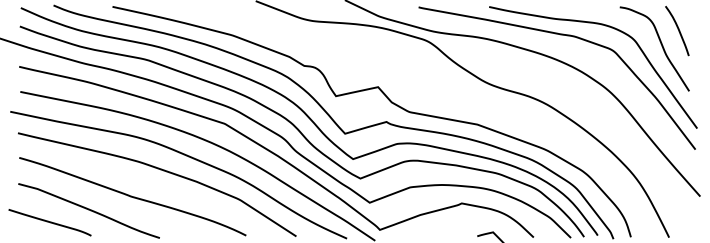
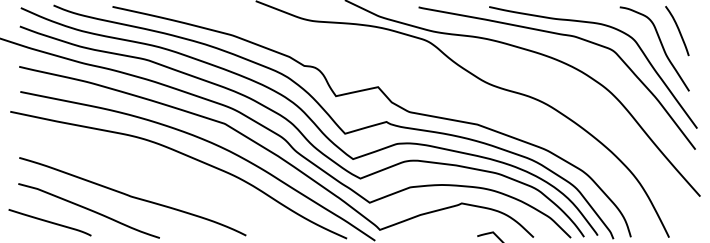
curve at (160, 170): present -> none
